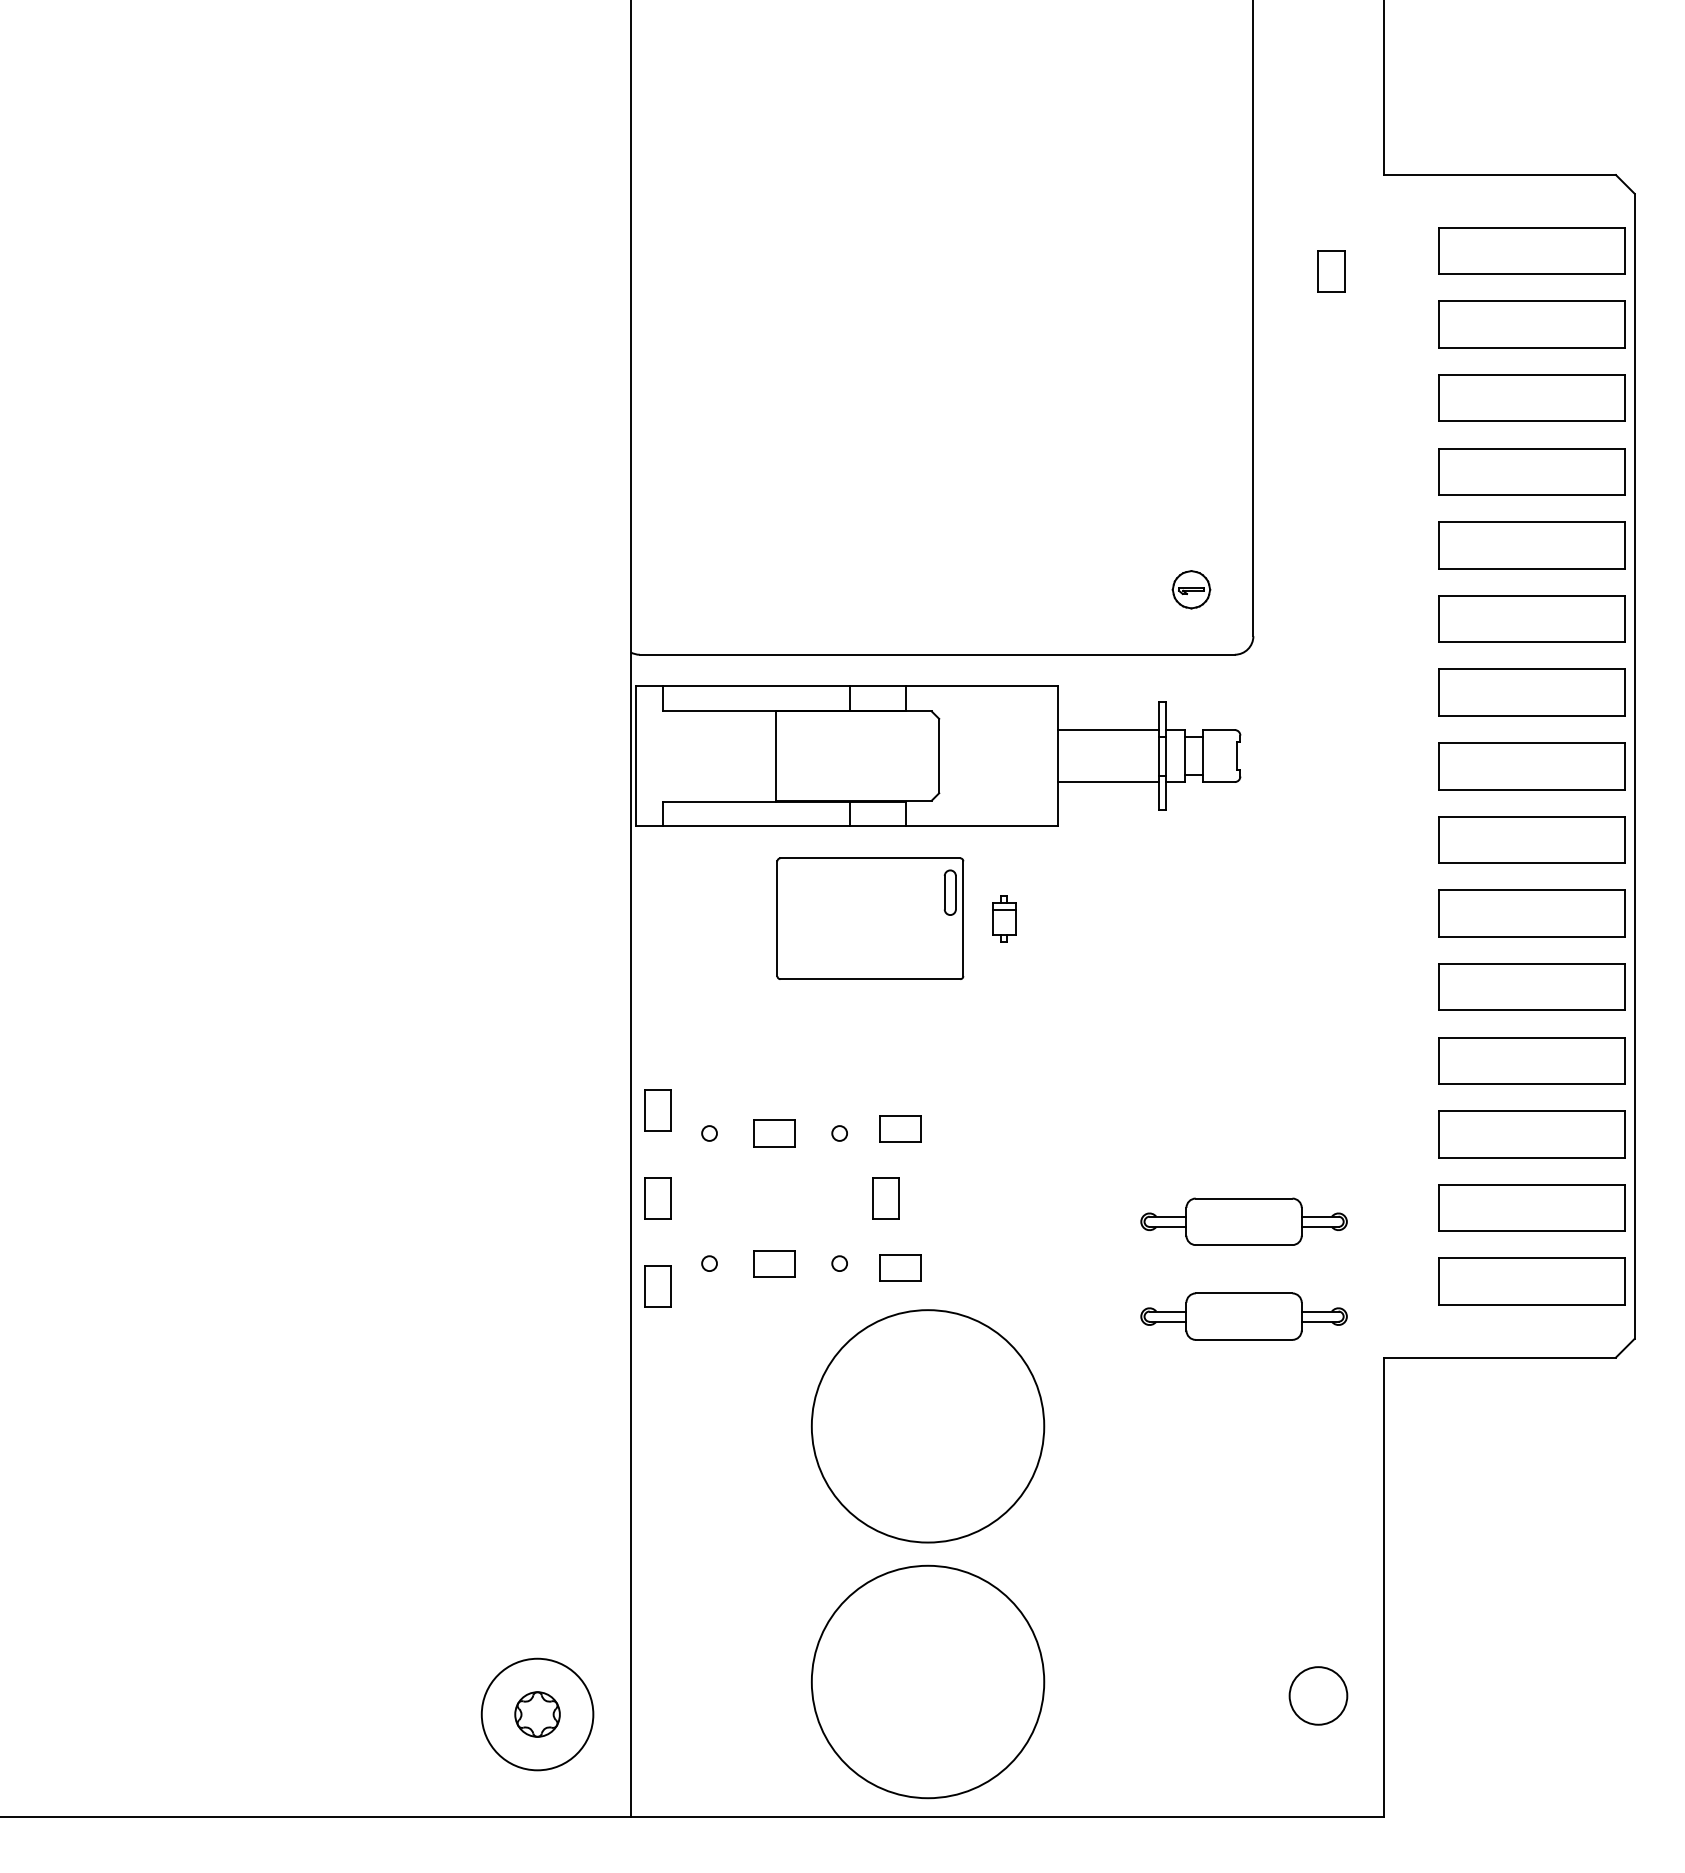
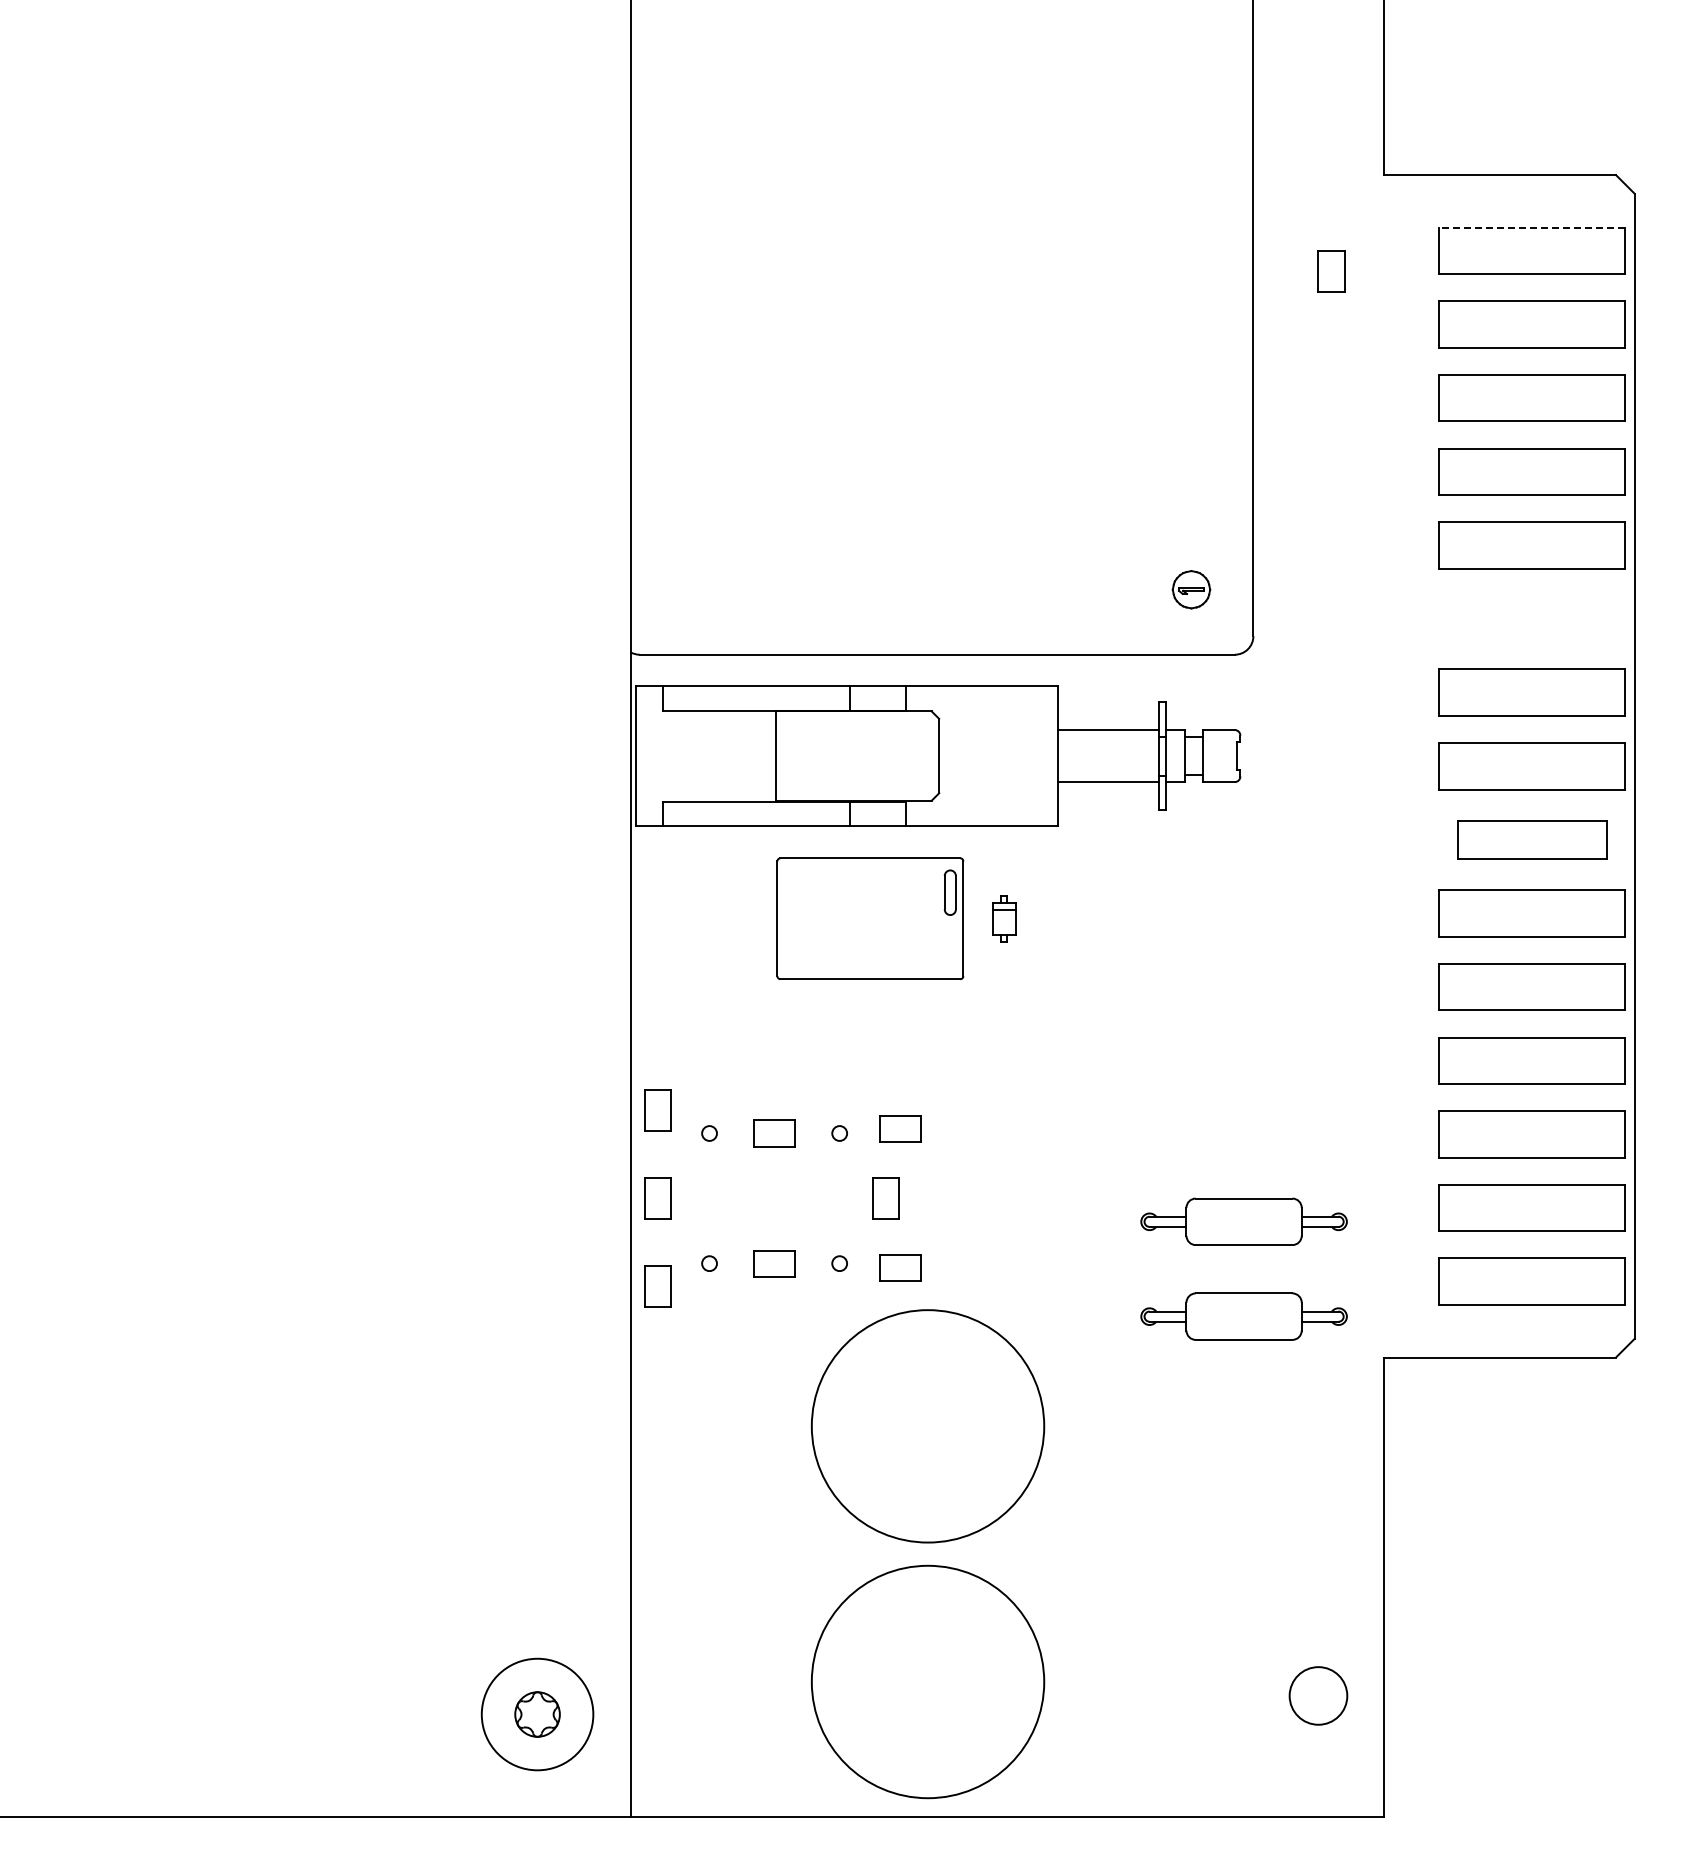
line at (1532, 227): solid -> dashed
part at (1531, 618): present -> none
part at (1531, 839) size: 188x48 px -> 151x40 px
